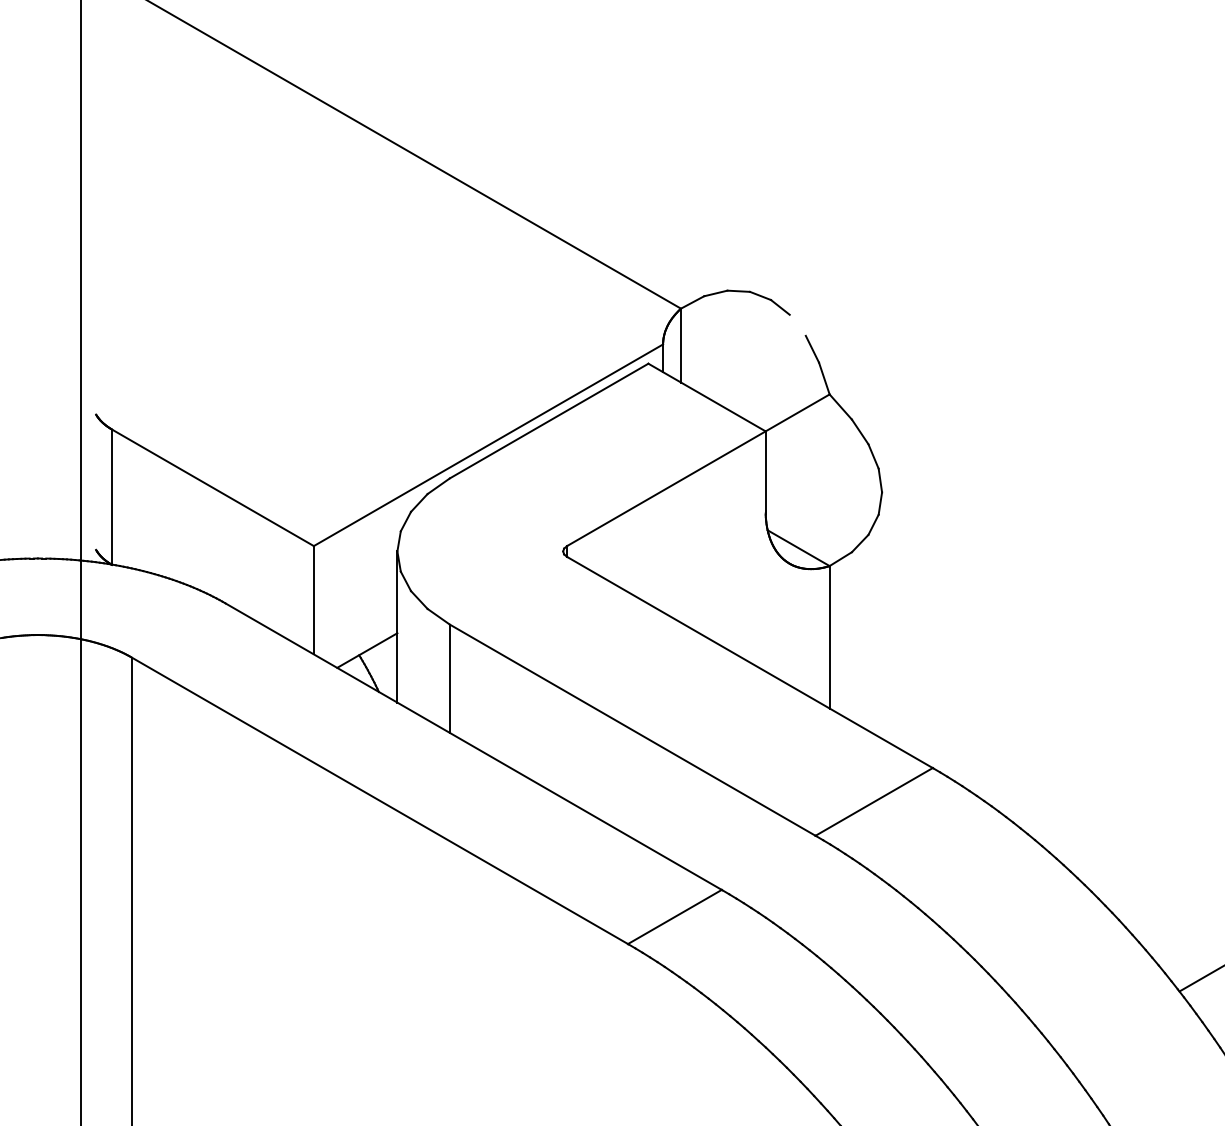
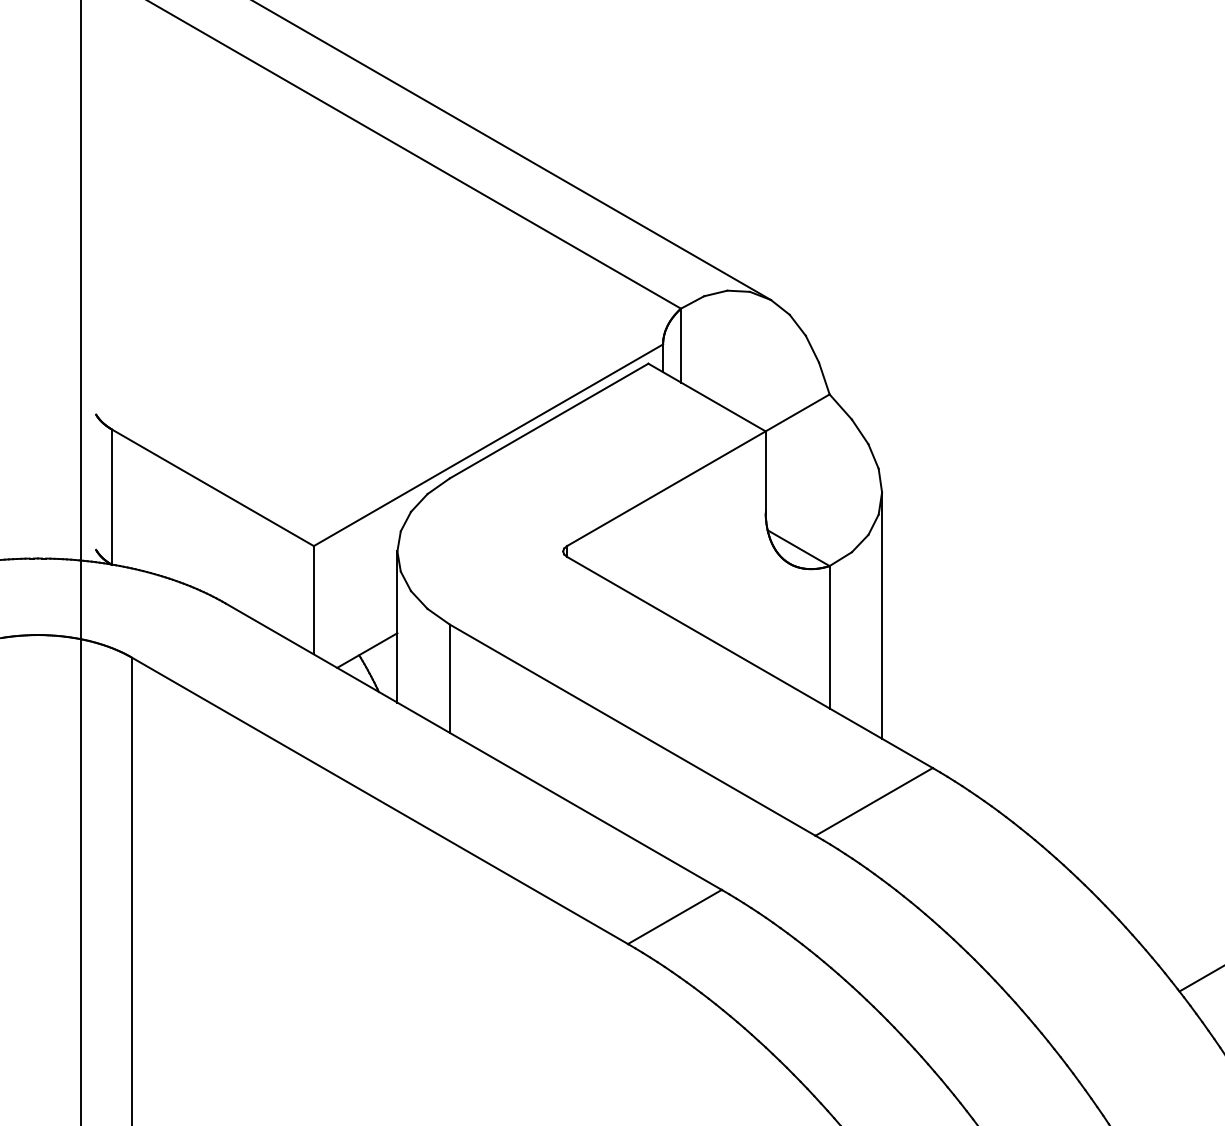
line at (512, 151): none -> present
line at (797, 324): none -> present
line at (882, 615): none -> present
